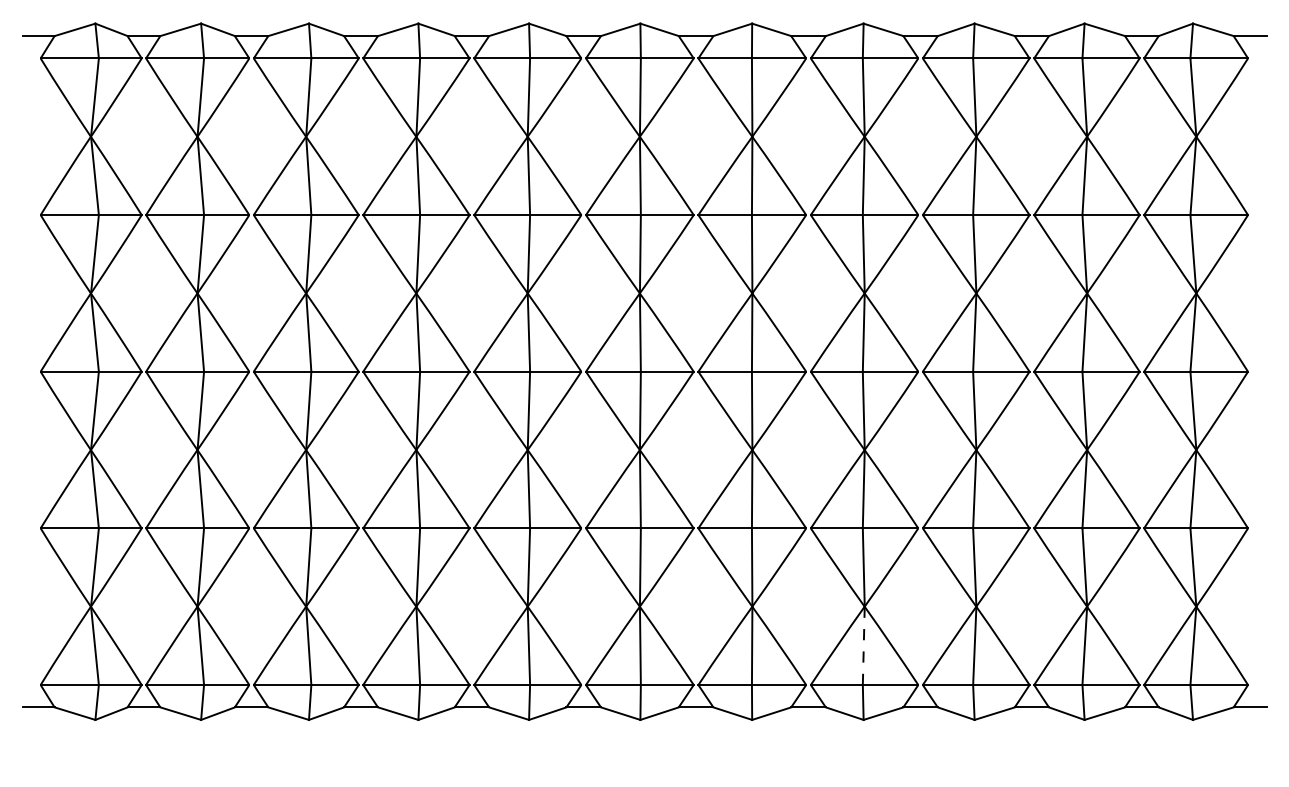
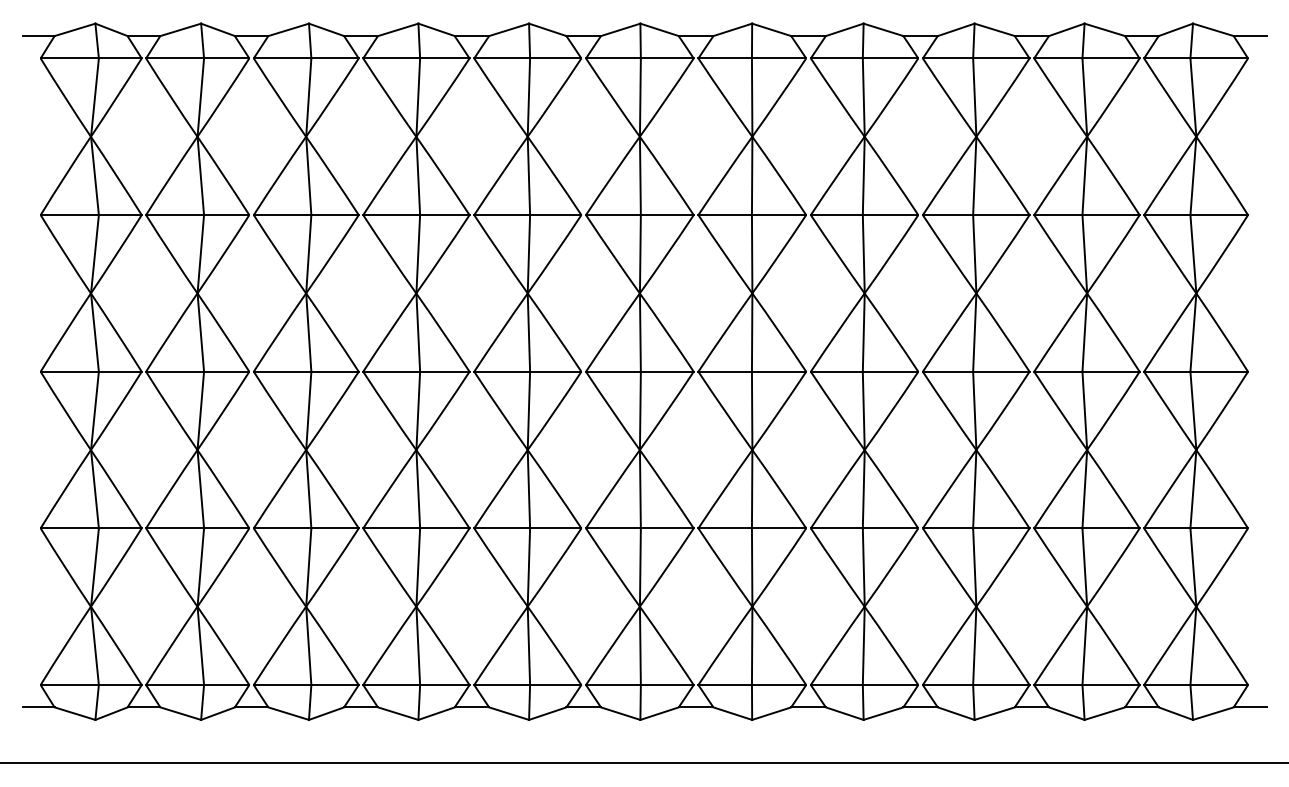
line at (863, 646): dashed -> solid
line at (643, 763): none -> present
